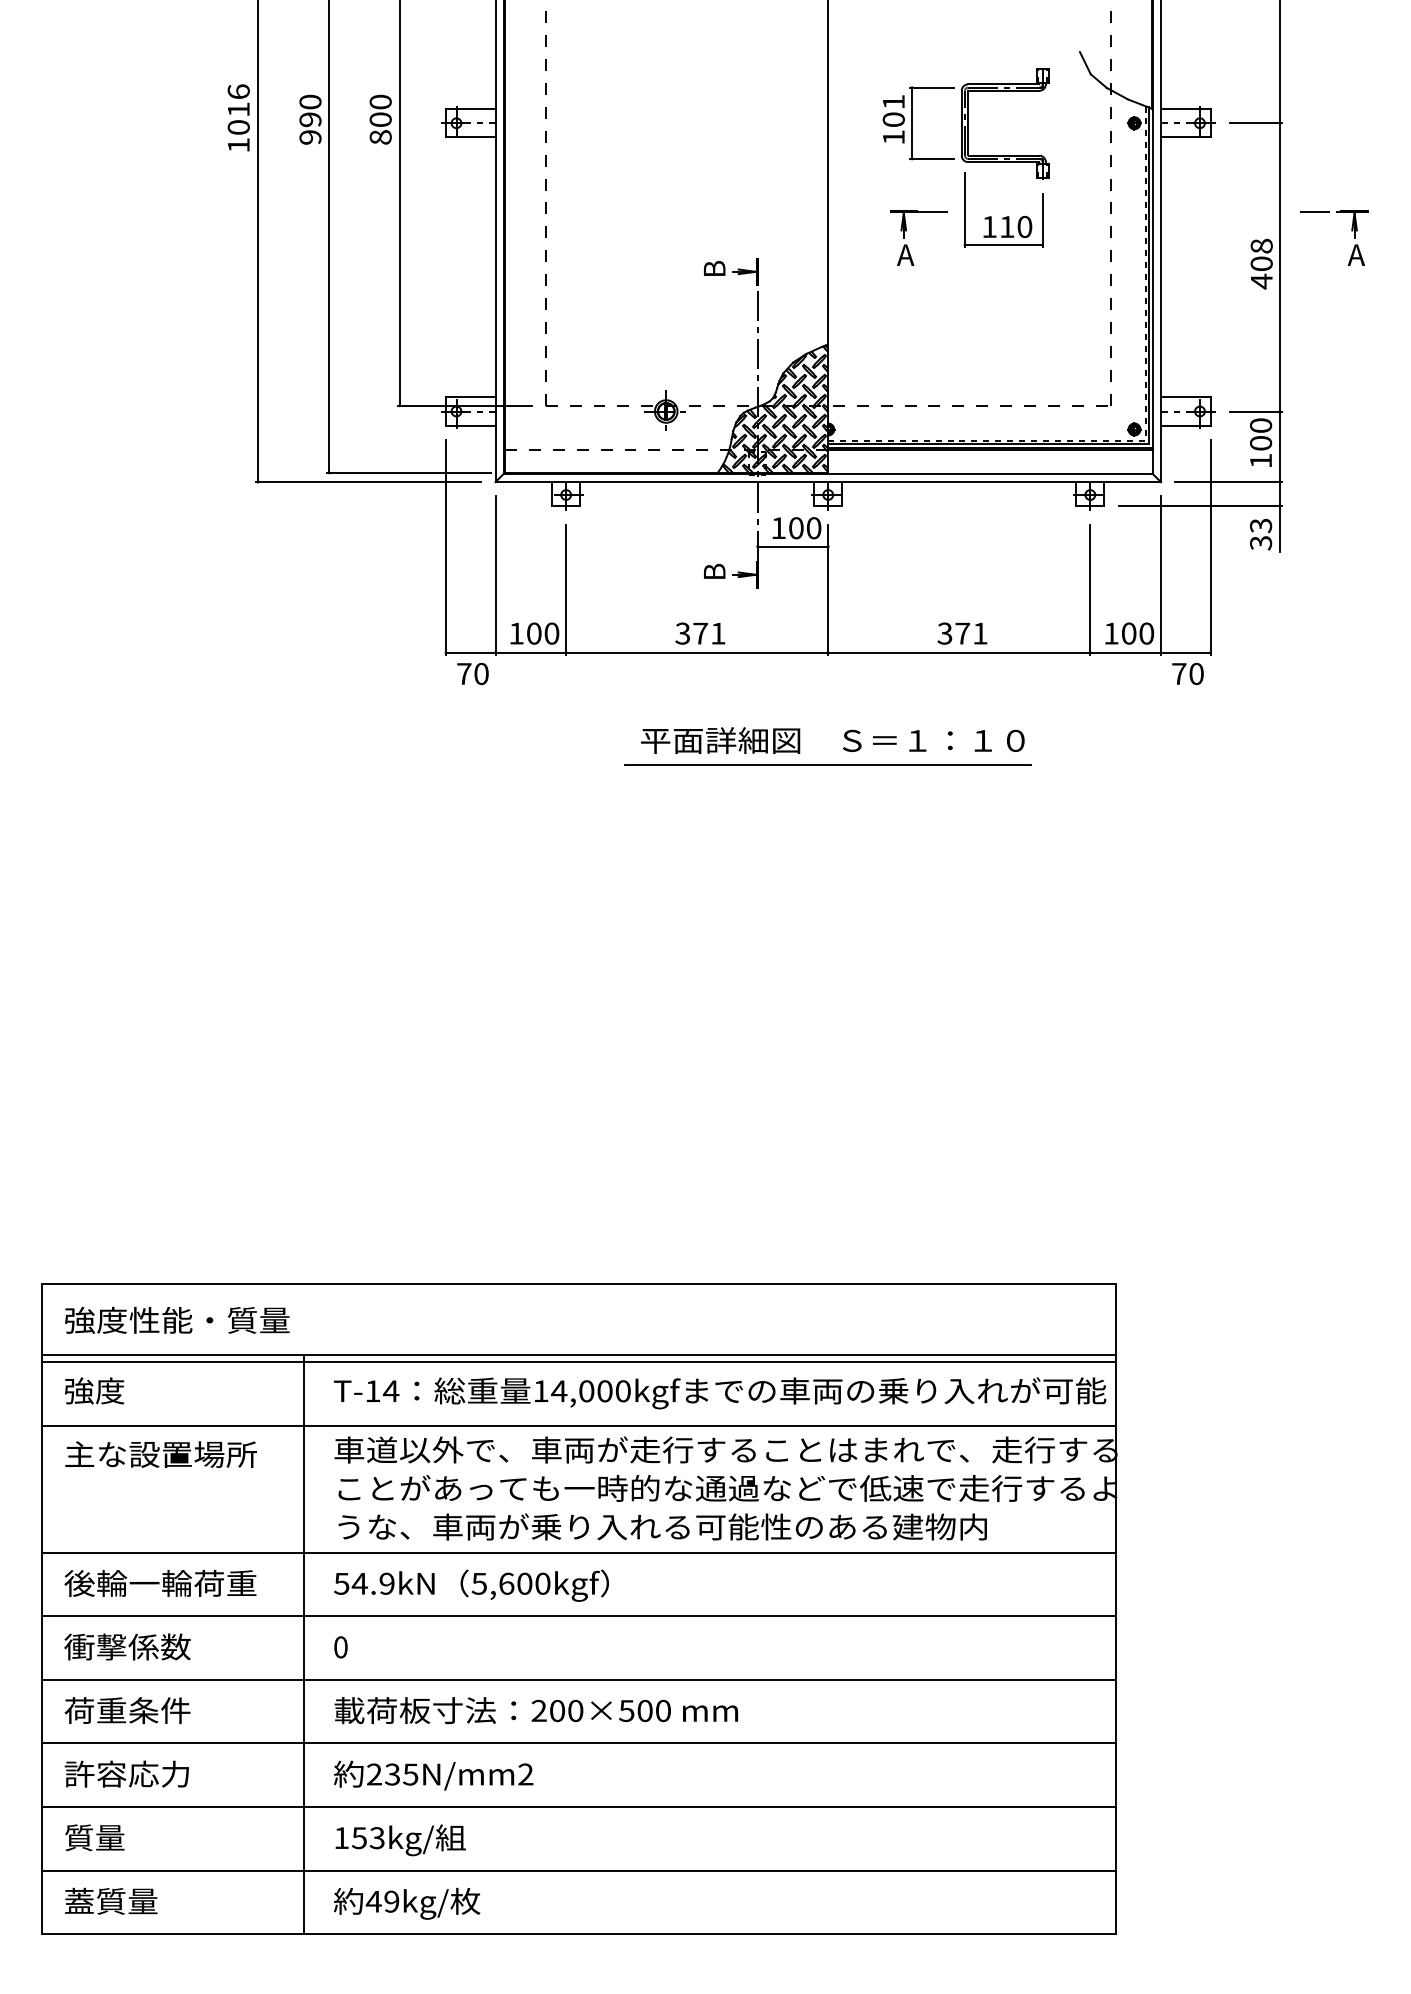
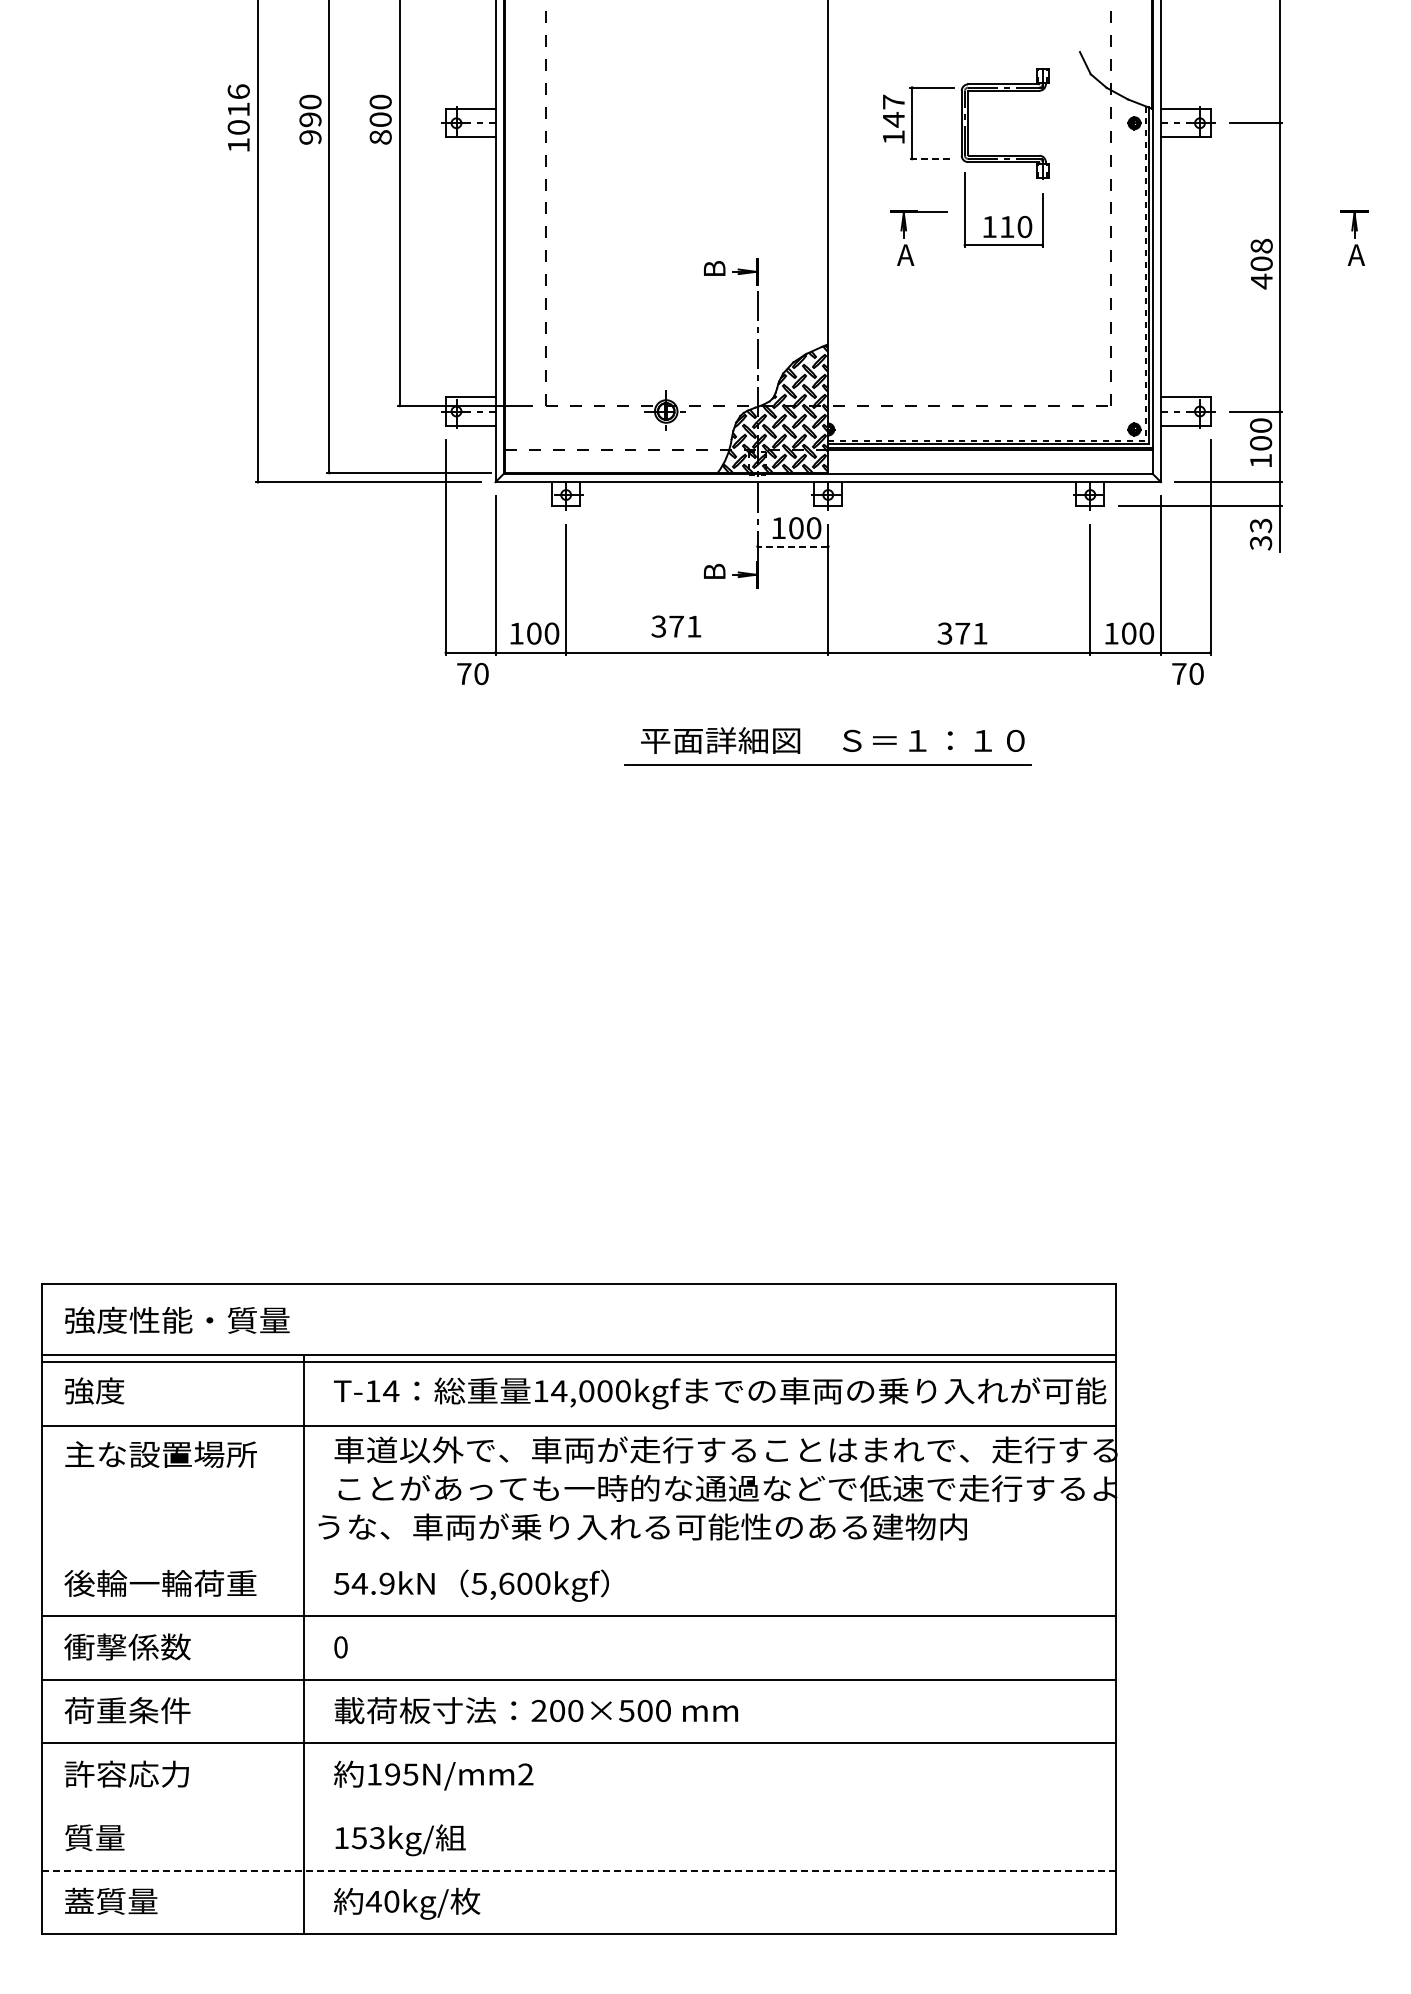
text at (893, 110): 101 -> 147
line at (932, 158): solid -> dashed
line at (1320, 211): present -> none
line at (792, 546): solid -> dashed
text at (700, 633) position: (700, 633) -> (676, 626)
text at (662, 1526) position: (662, 1526) -> (642, 1526)
line at (579, 1552): present -> none
text at (383, 1774): 235N/mm2 -> 195N/mm2
line at (579, 1807): present -> none
line at (579, 1870): solid -> dashed
text at (391, 1901): 49kg/ -> 40kg/
